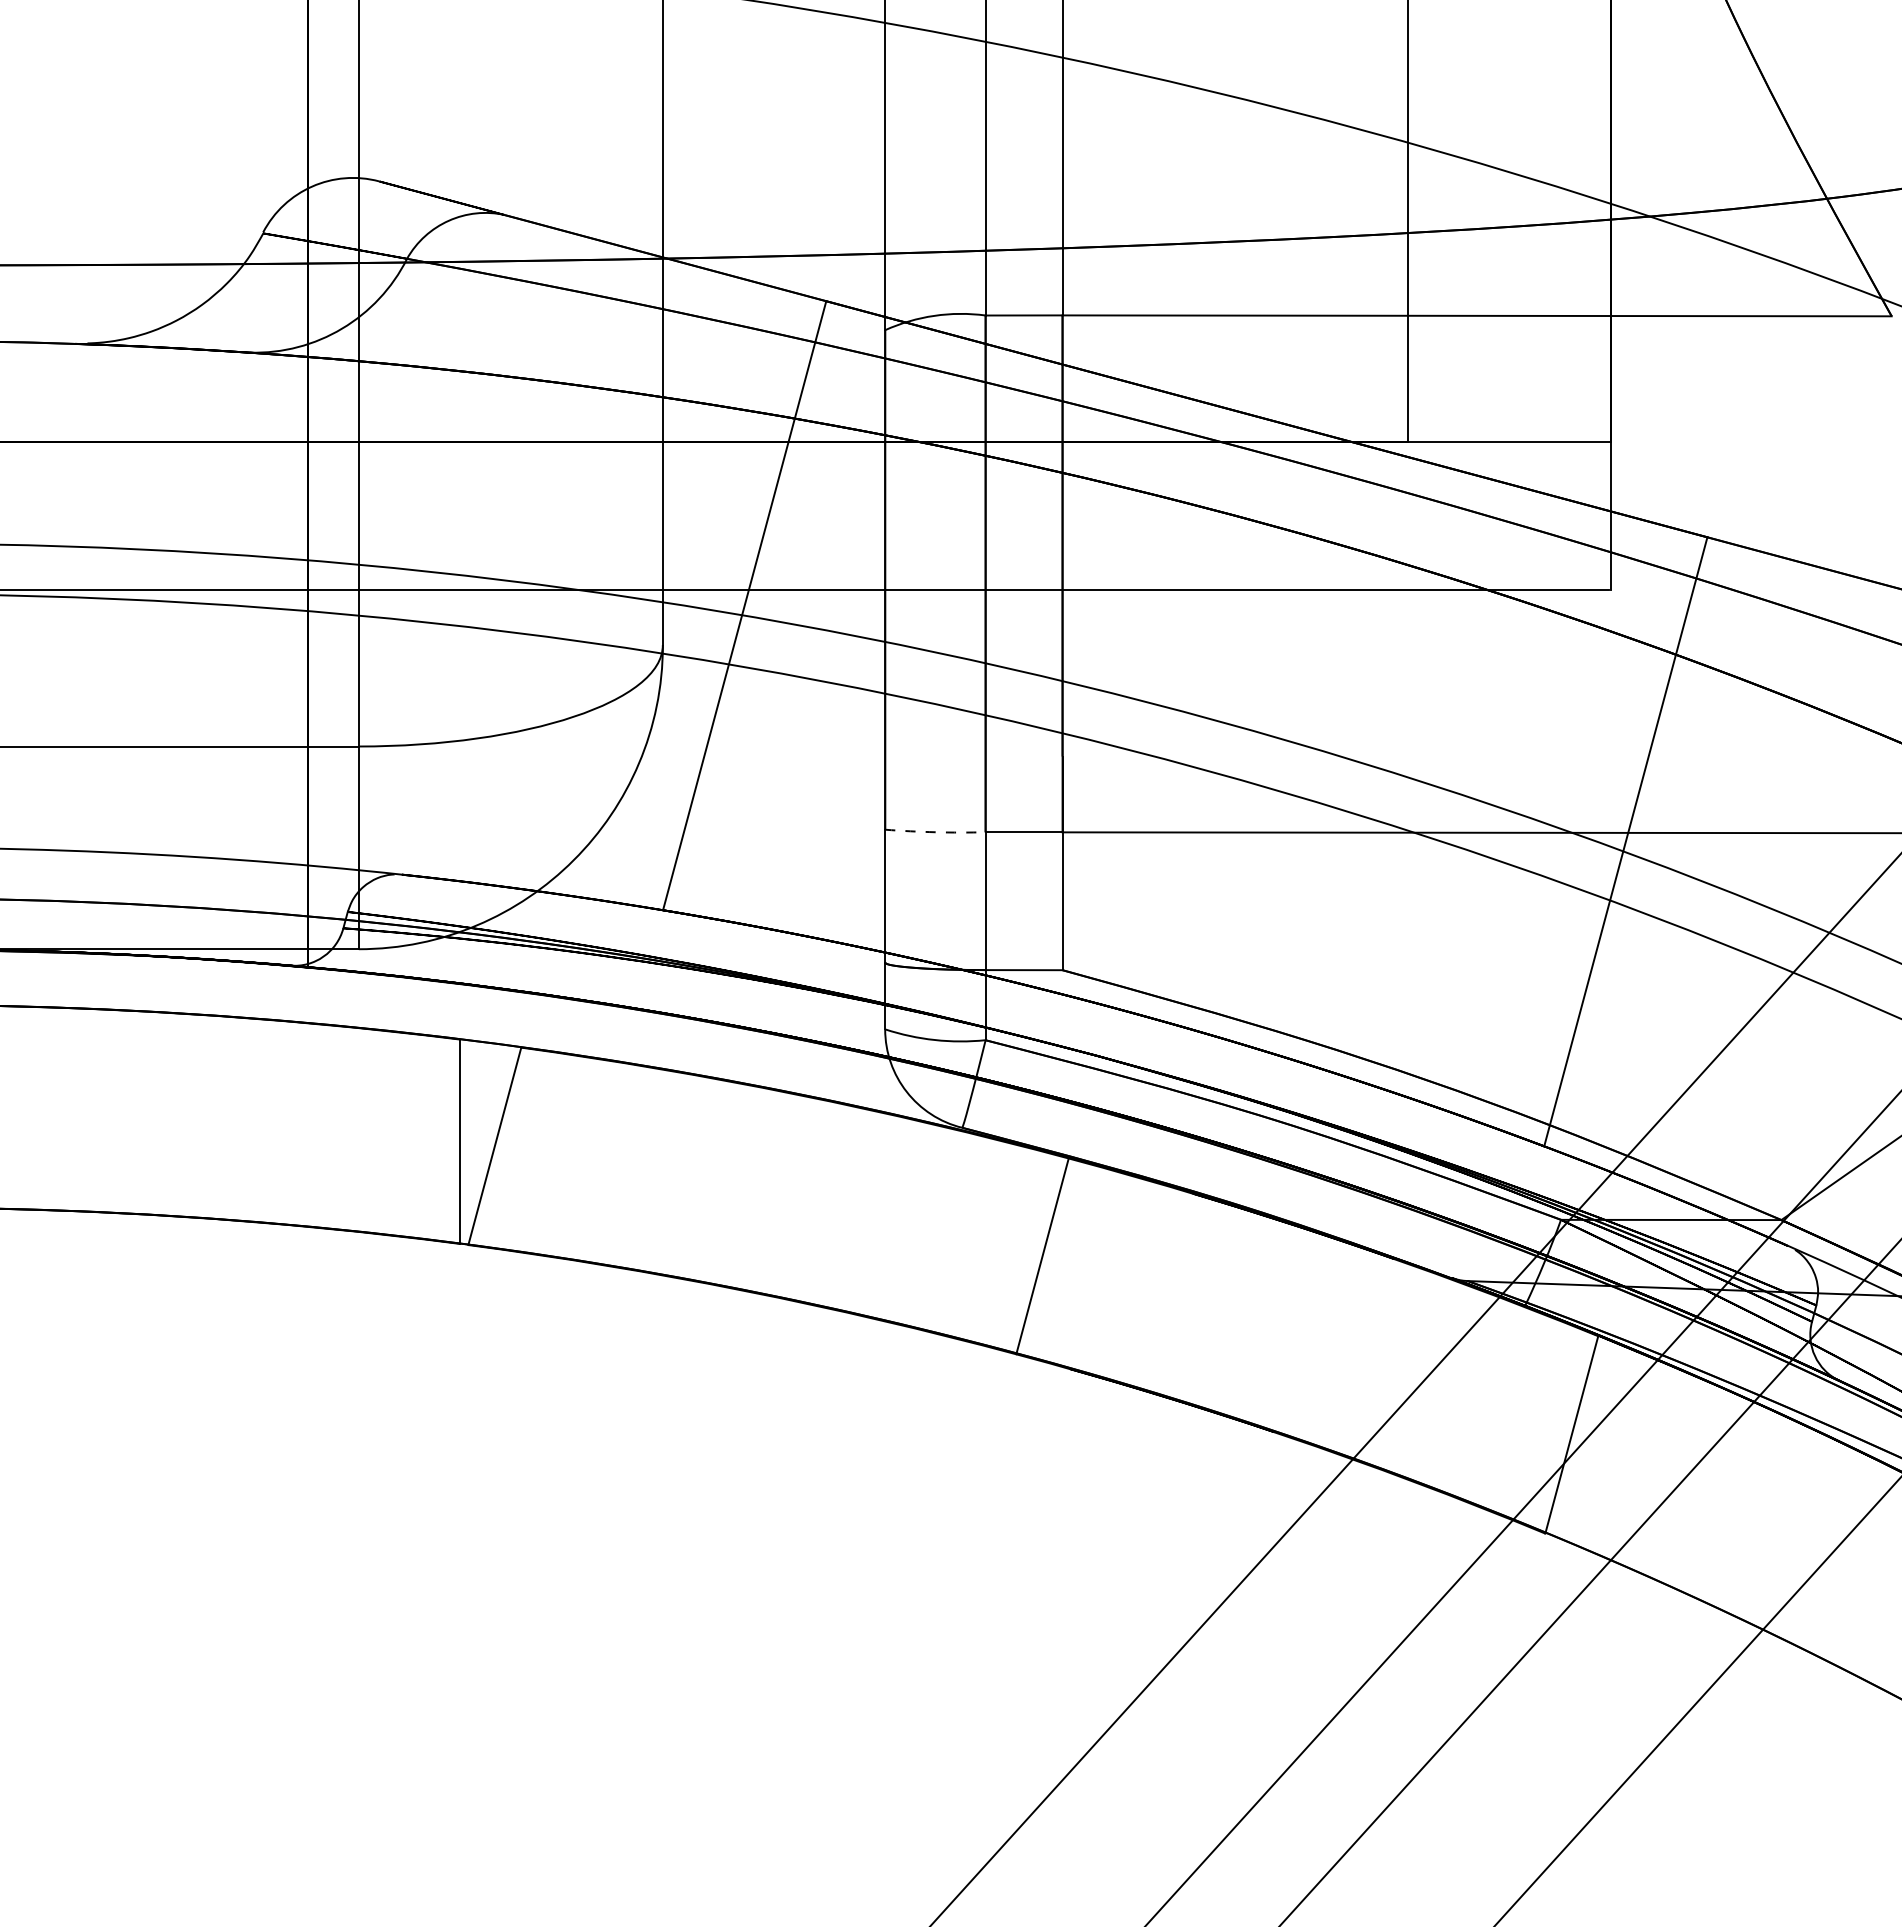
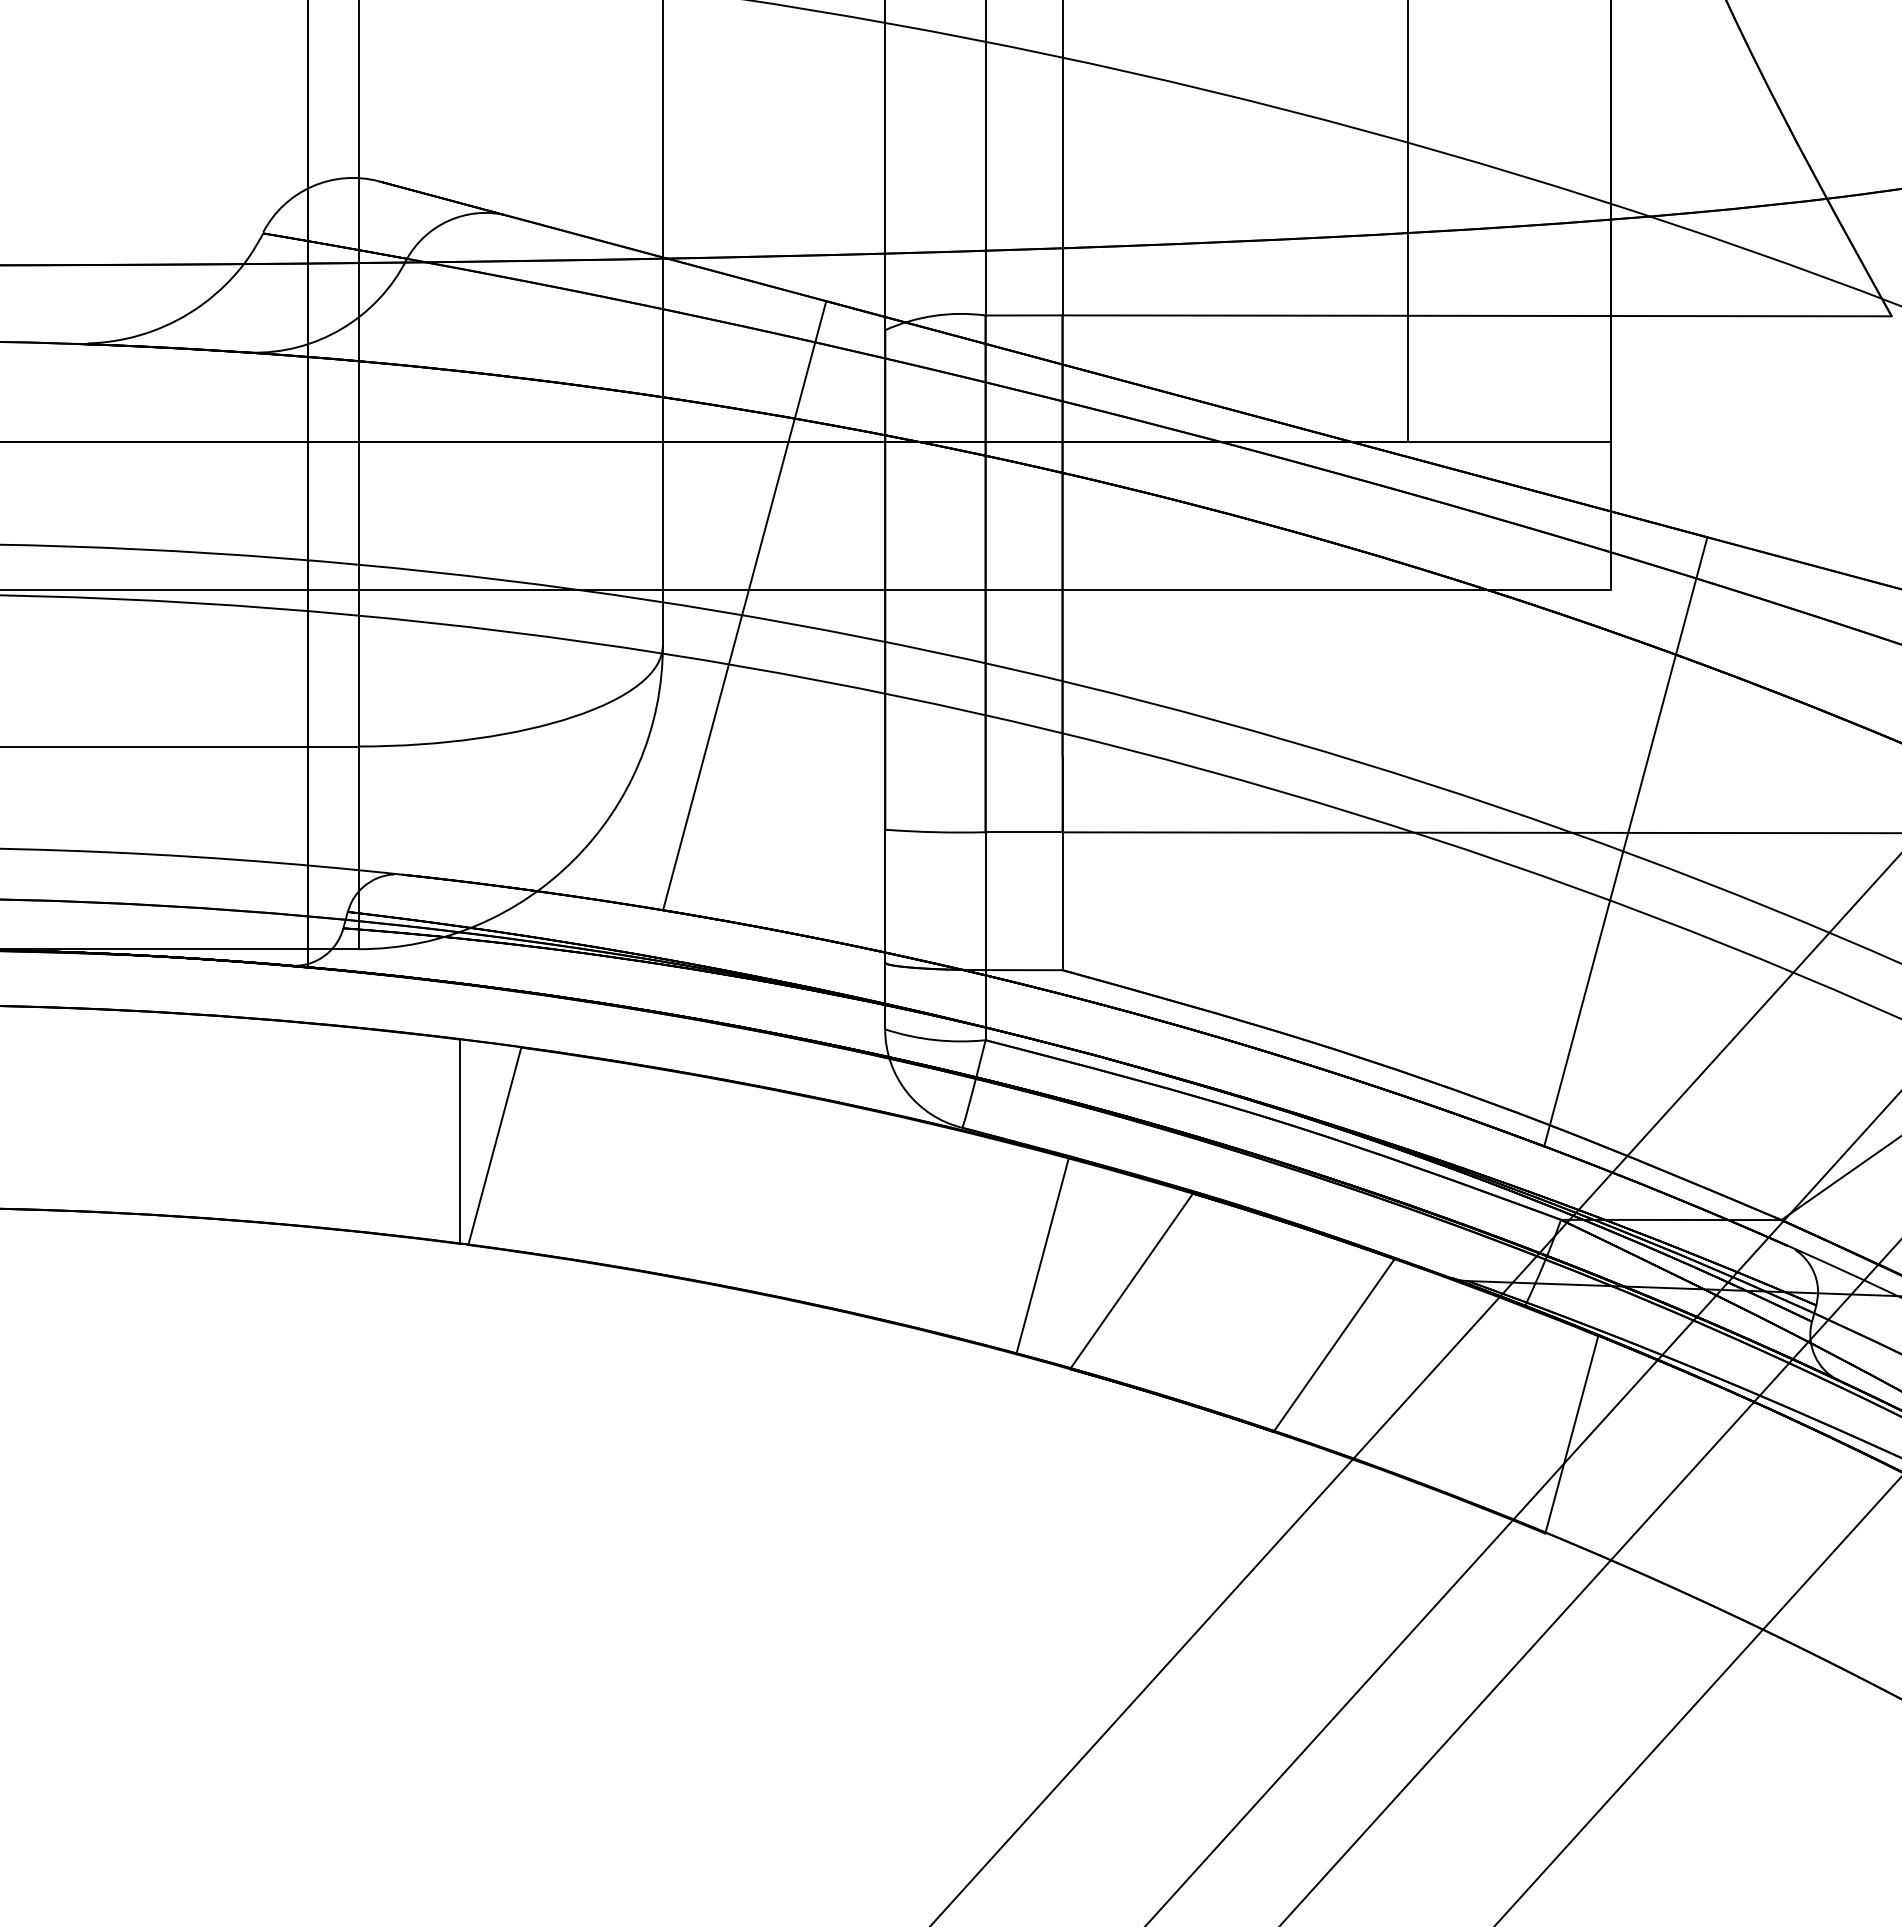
arc at (935, 832): dashed -> solid
line at (1131, 1280): none -> present
line at (1333, 1345): none -> present
